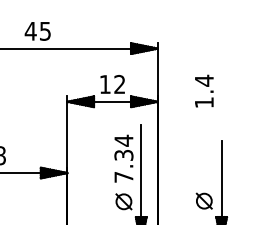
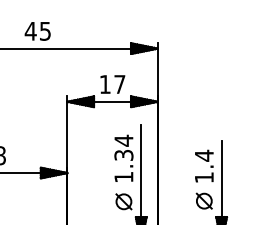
text at (119, 83): 12 -> 17
text at (204, 90) position: (204, 90) -> (204, 165)
text at (123, 177): 7.34 -> 1.34
